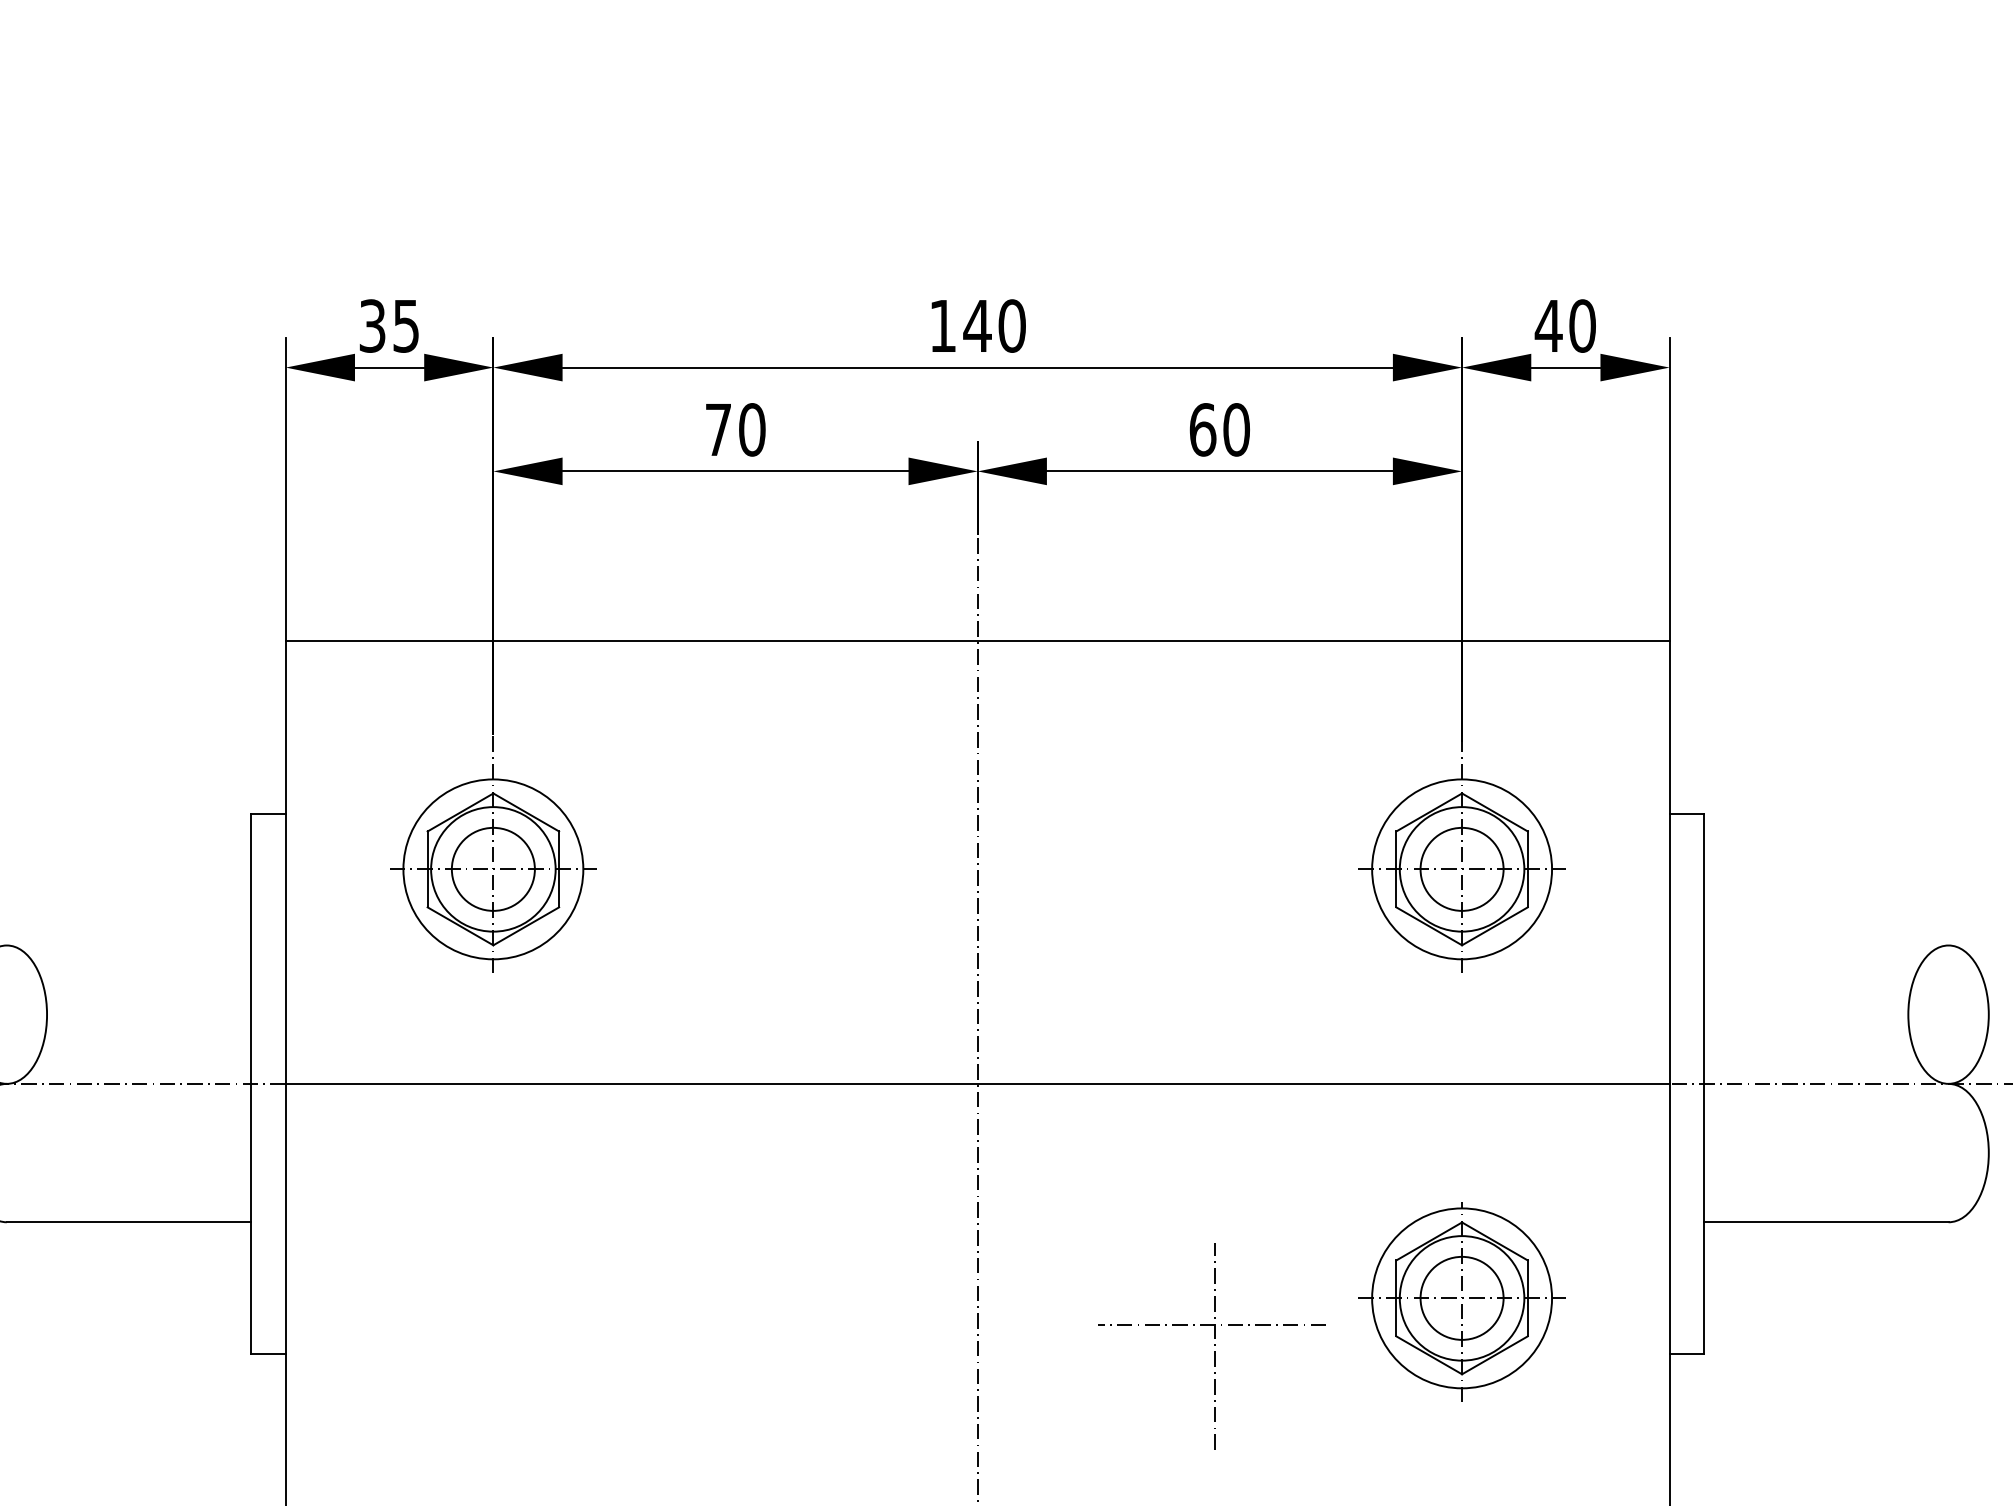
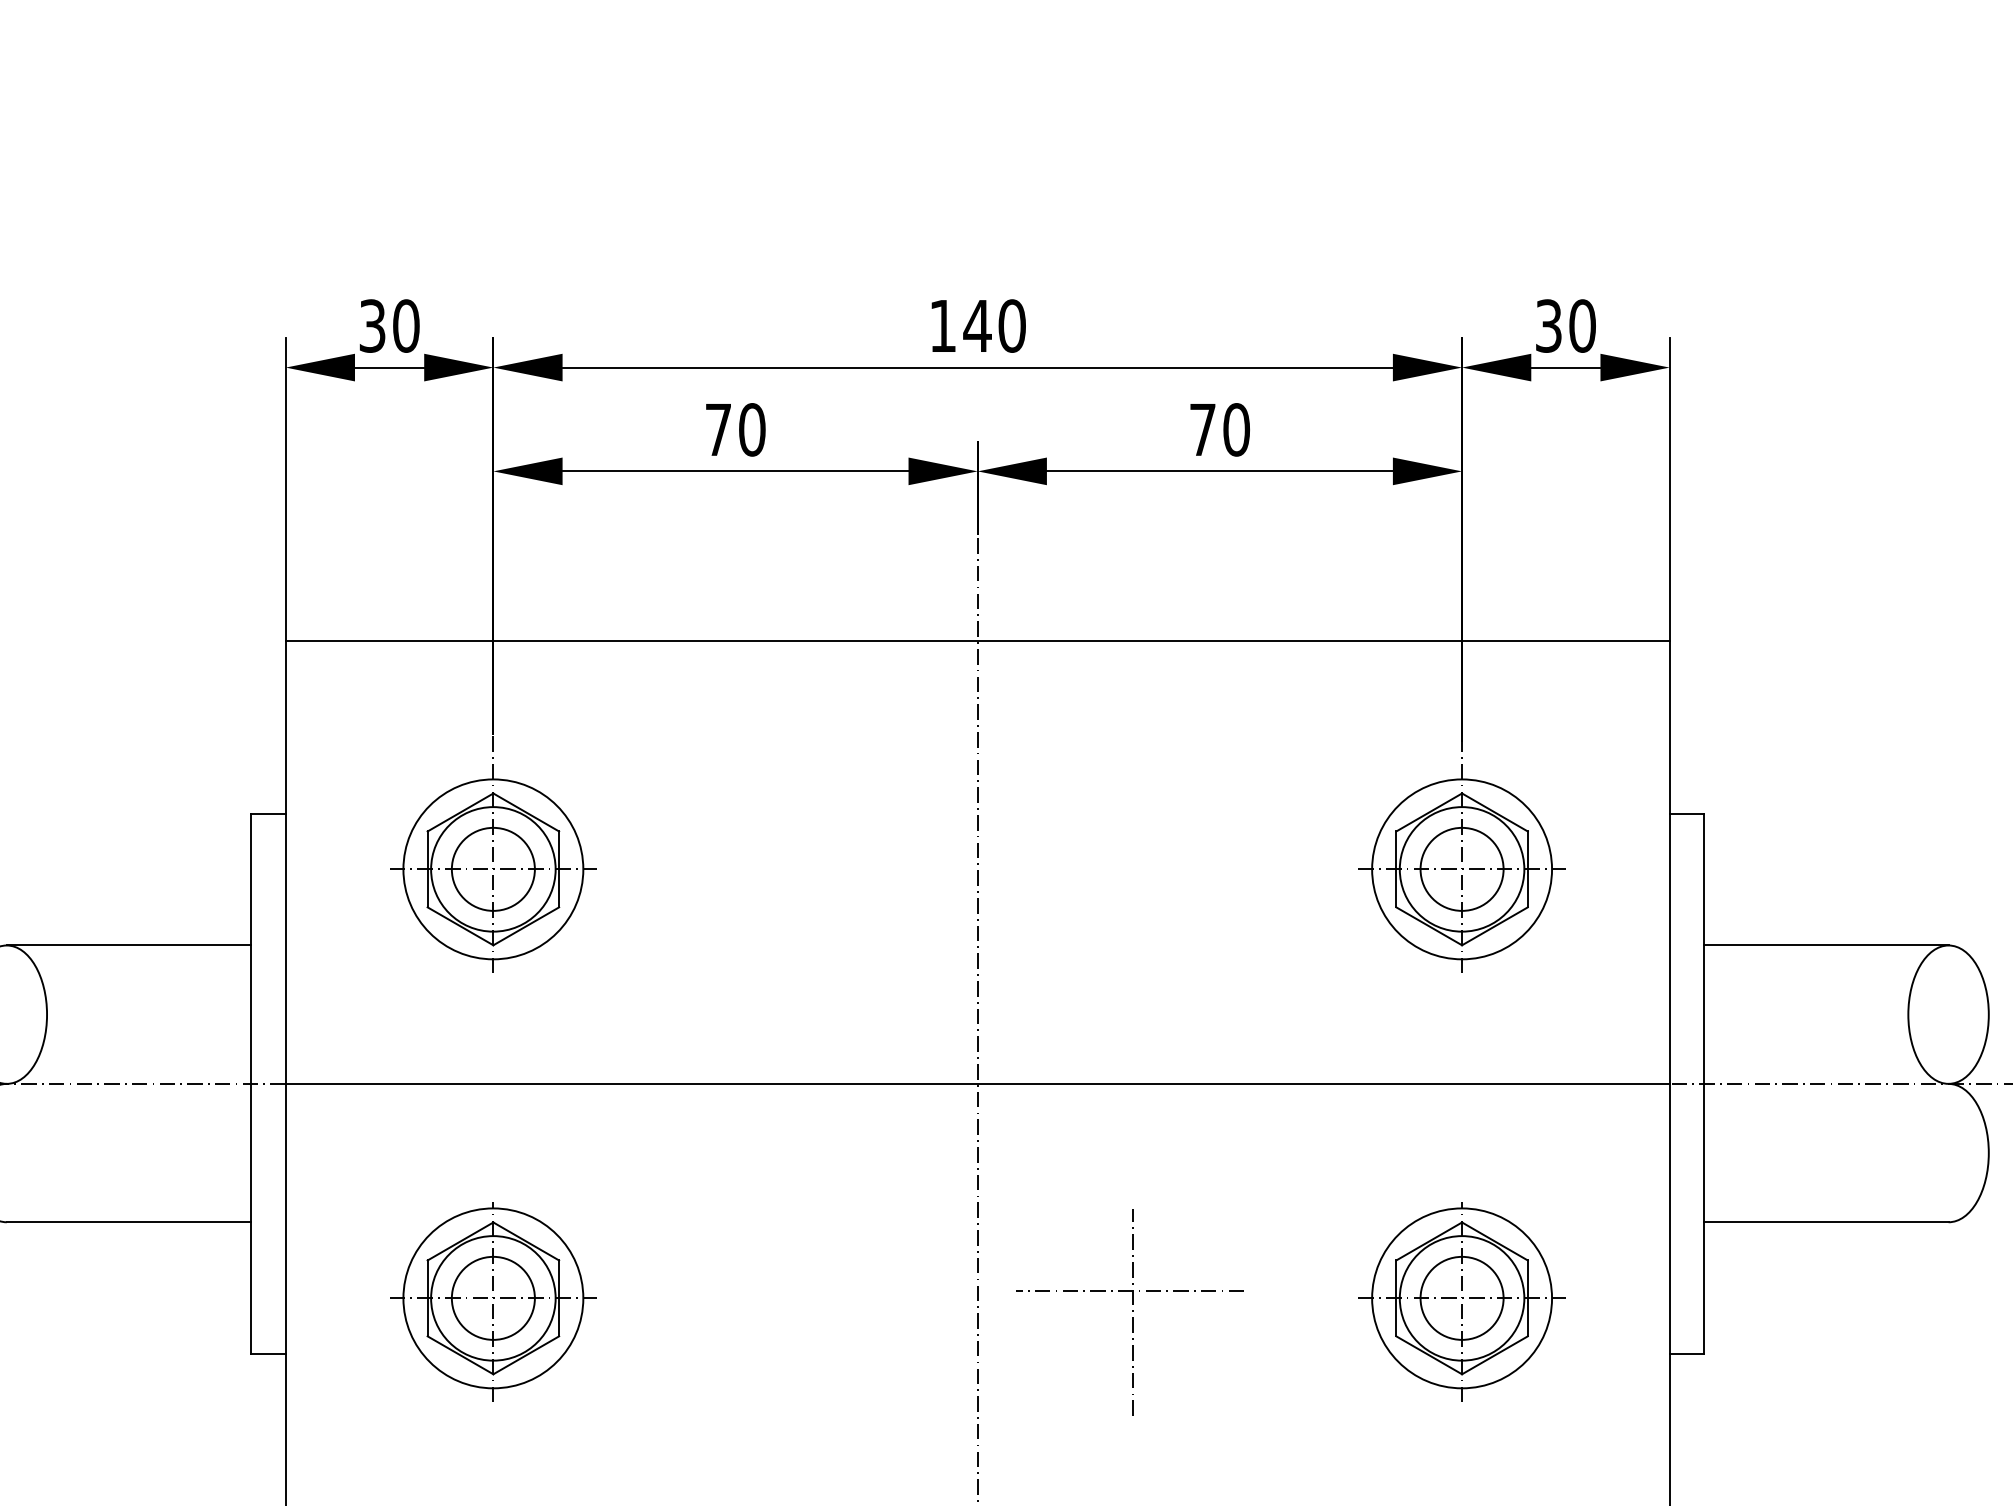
text at (406, 325): 35 -> 30
text at (1548, 325): 40 -> 30
text at (1202, 429): 60 -> 70
line at (128, 945): none -> present
line at (1826, 945): none -> present
part at (493, 1301): none -> present
part at (1211, 1346) position: (1211, 1346) -> (1129, 1312)
